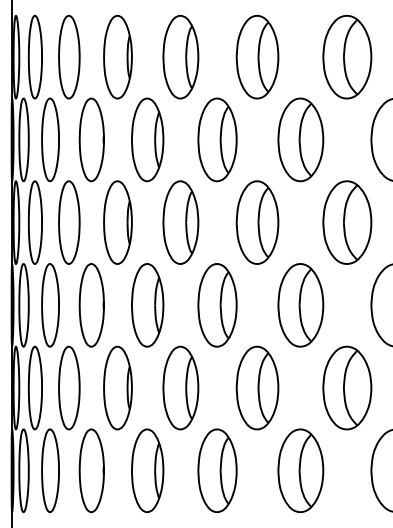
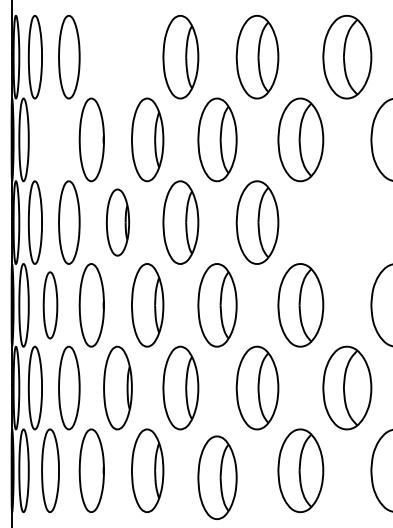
part at (117, 57): present -> none
part at (50, 139): present -> none
part at (117, 222) size: 30x85 px -> 25x69 px
part at (347, 222): present -> none
part at (50, 305) size: 19x85 px -> 17x69 px
part at (217, 470) position: (217, 470) -> (217, 477)
